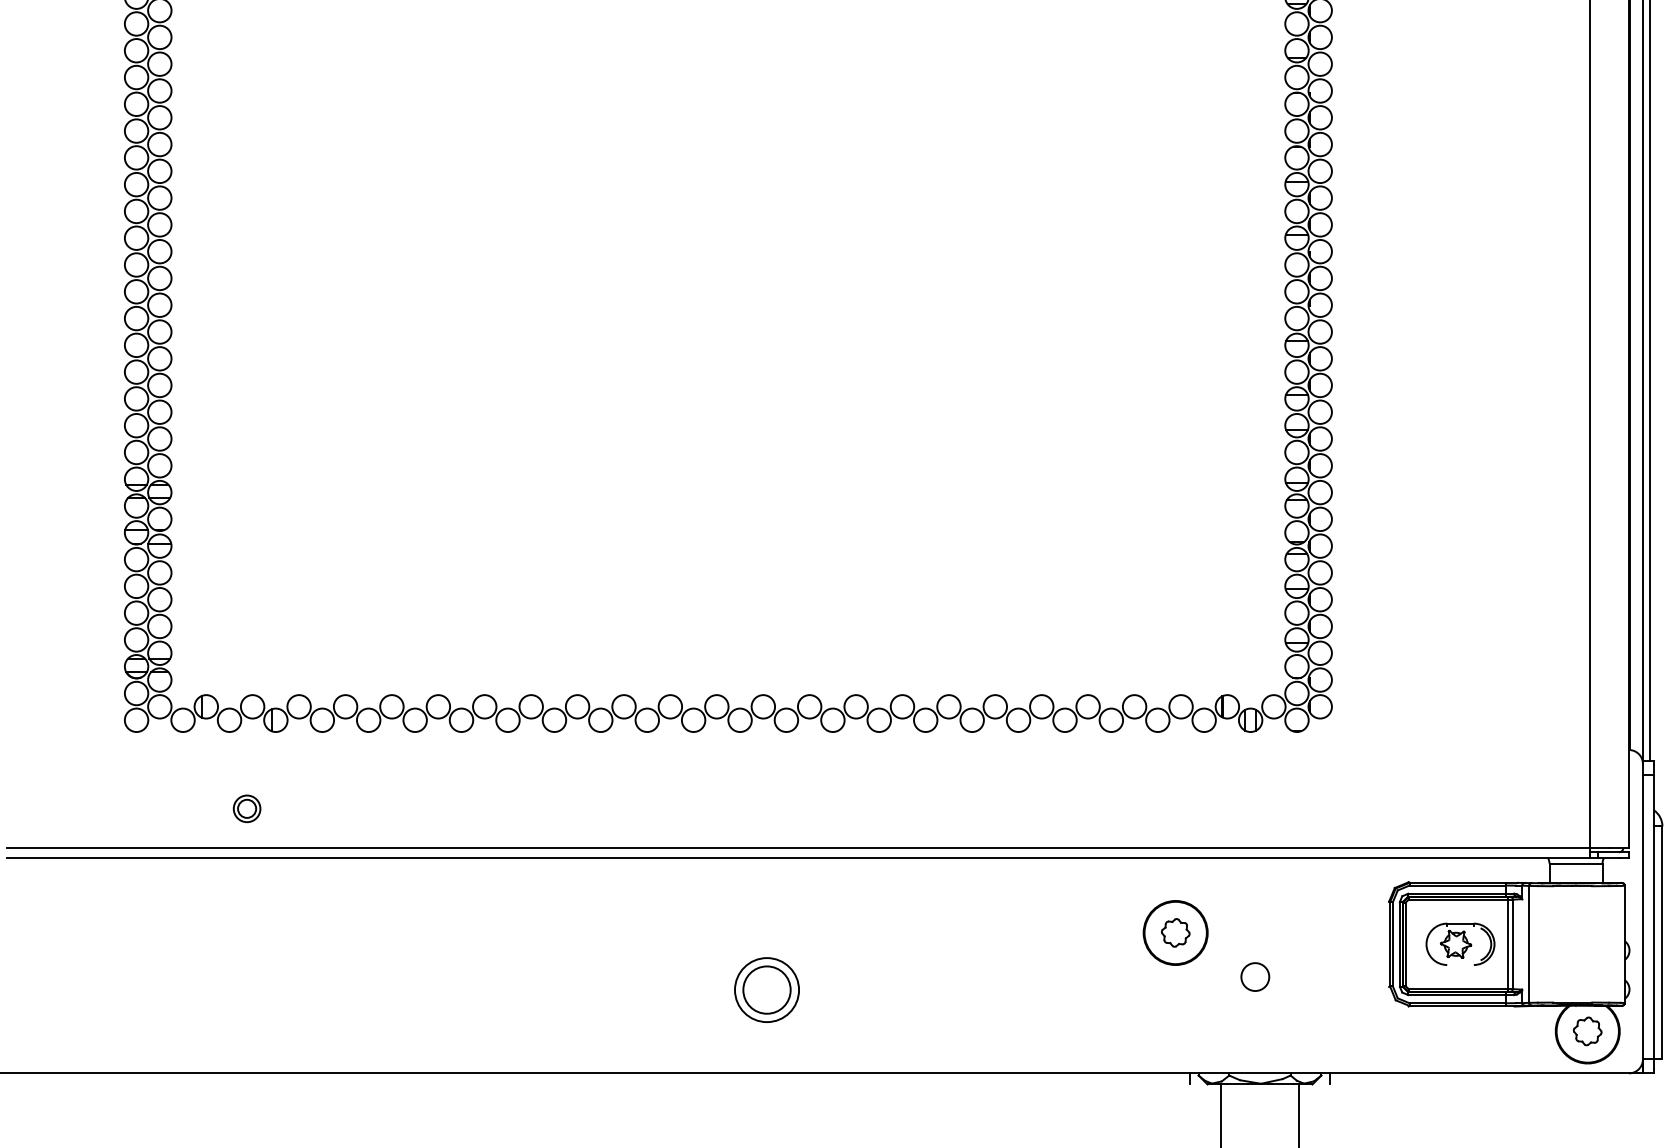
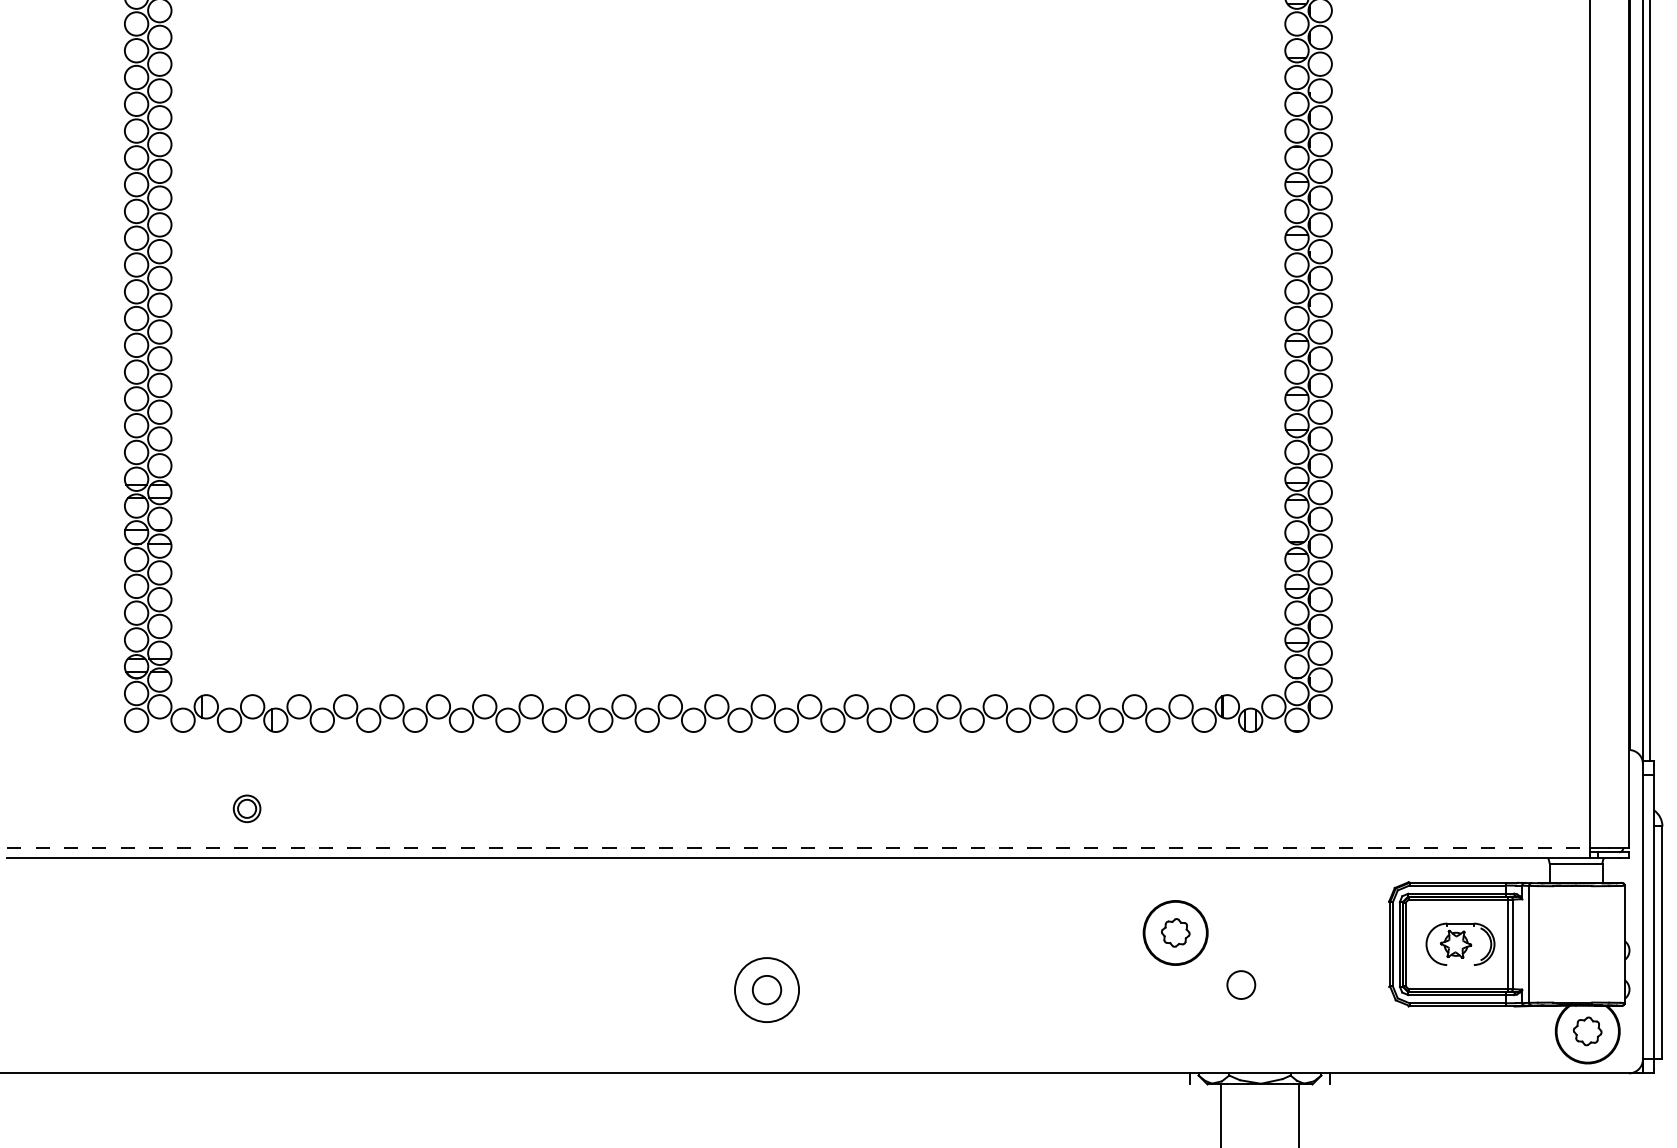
line at (799, 847): solid -> dashed
circle at (1255, 976) position: (1255, 976) -> (1241, 984)
circle at (766, 989) diameter: 47 px -> 28 px
